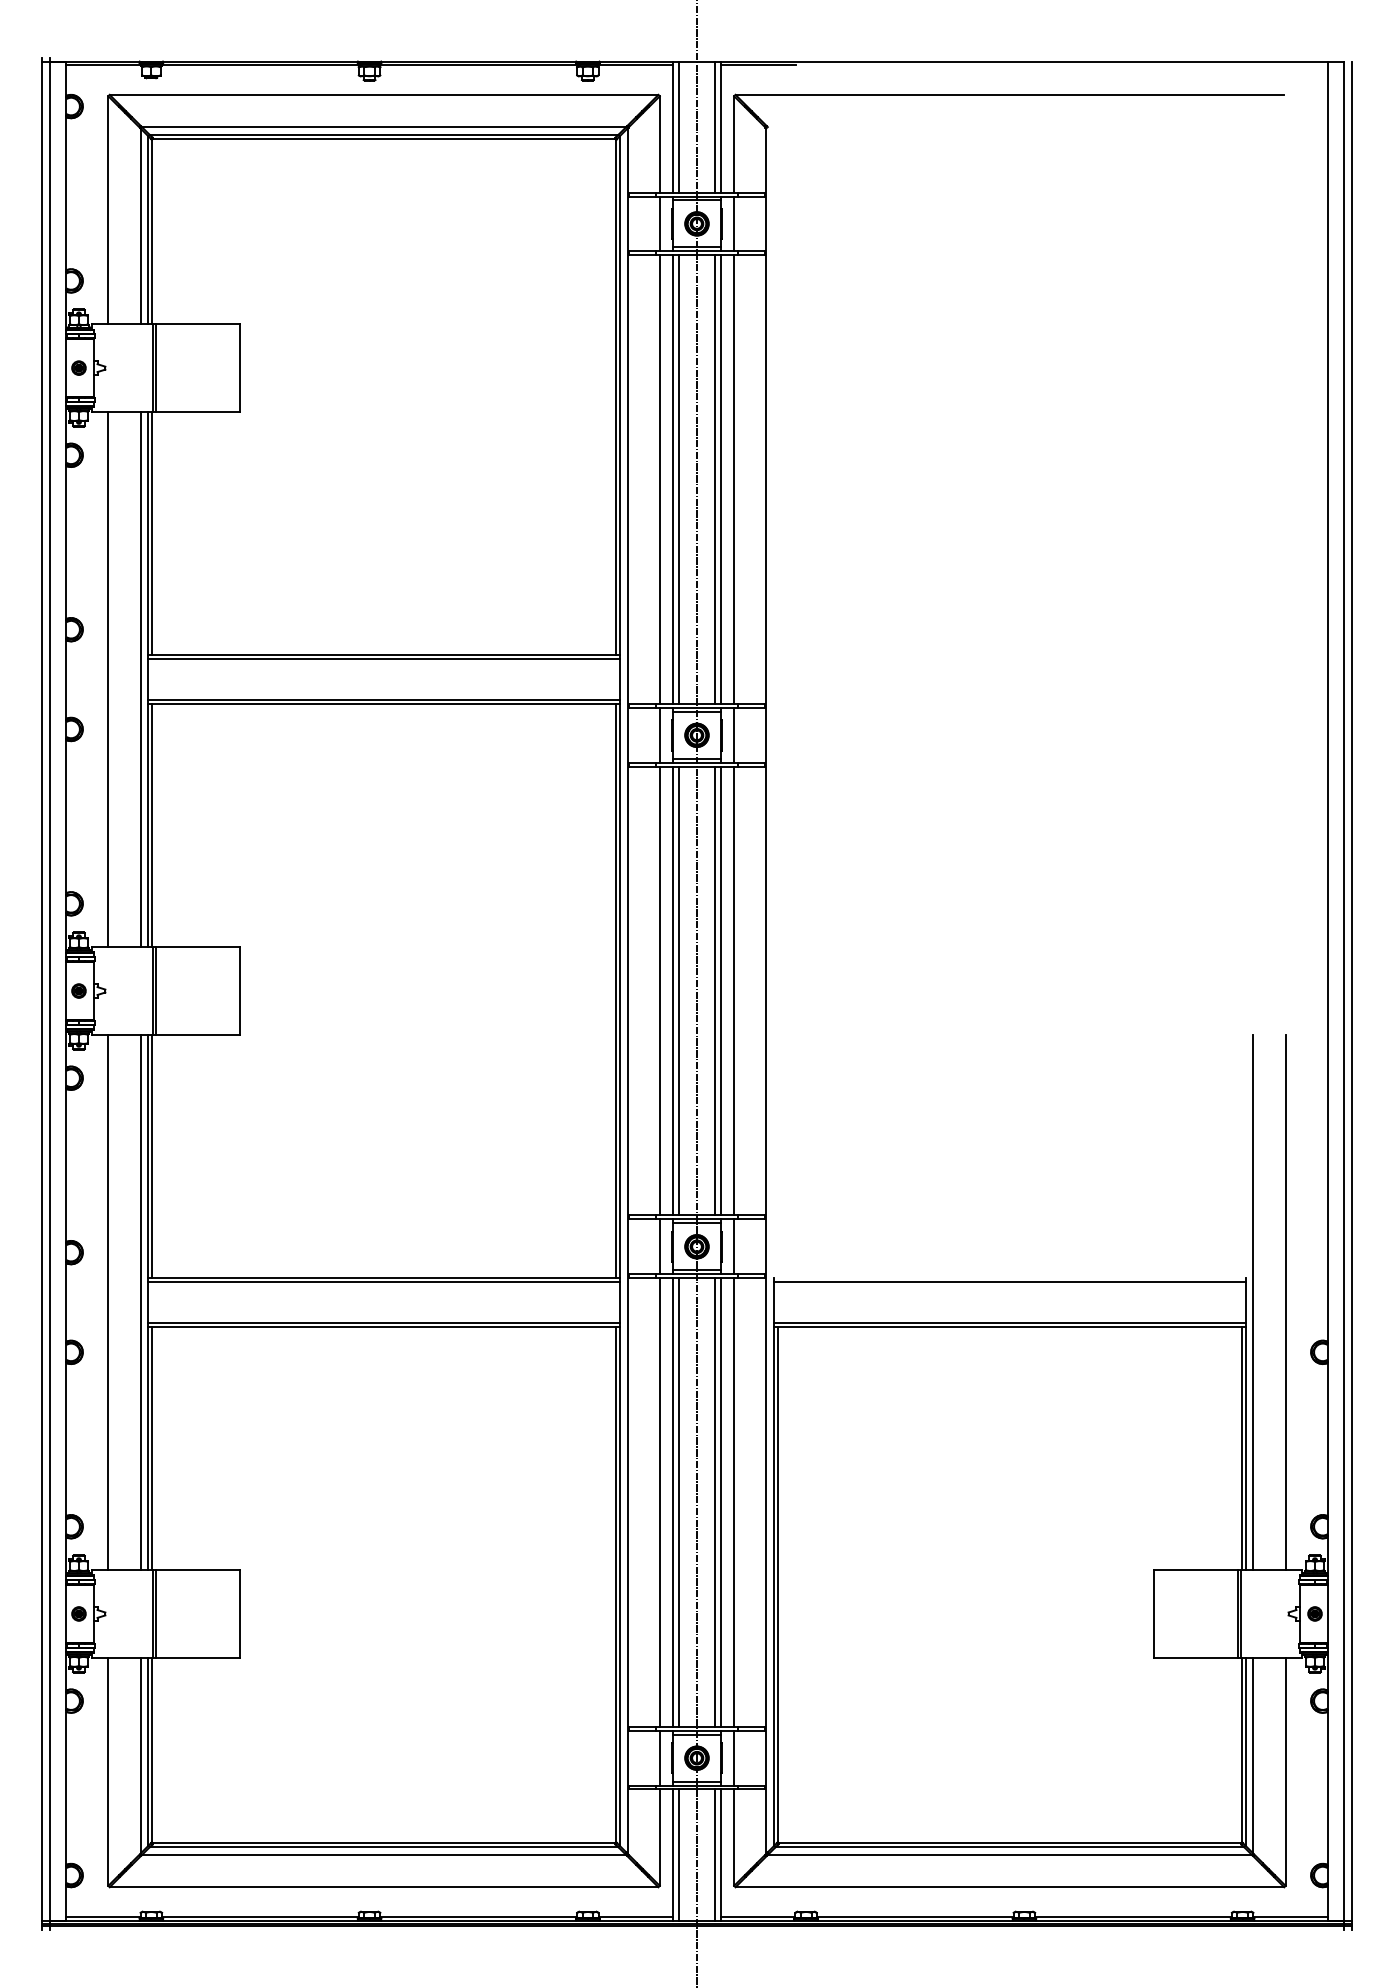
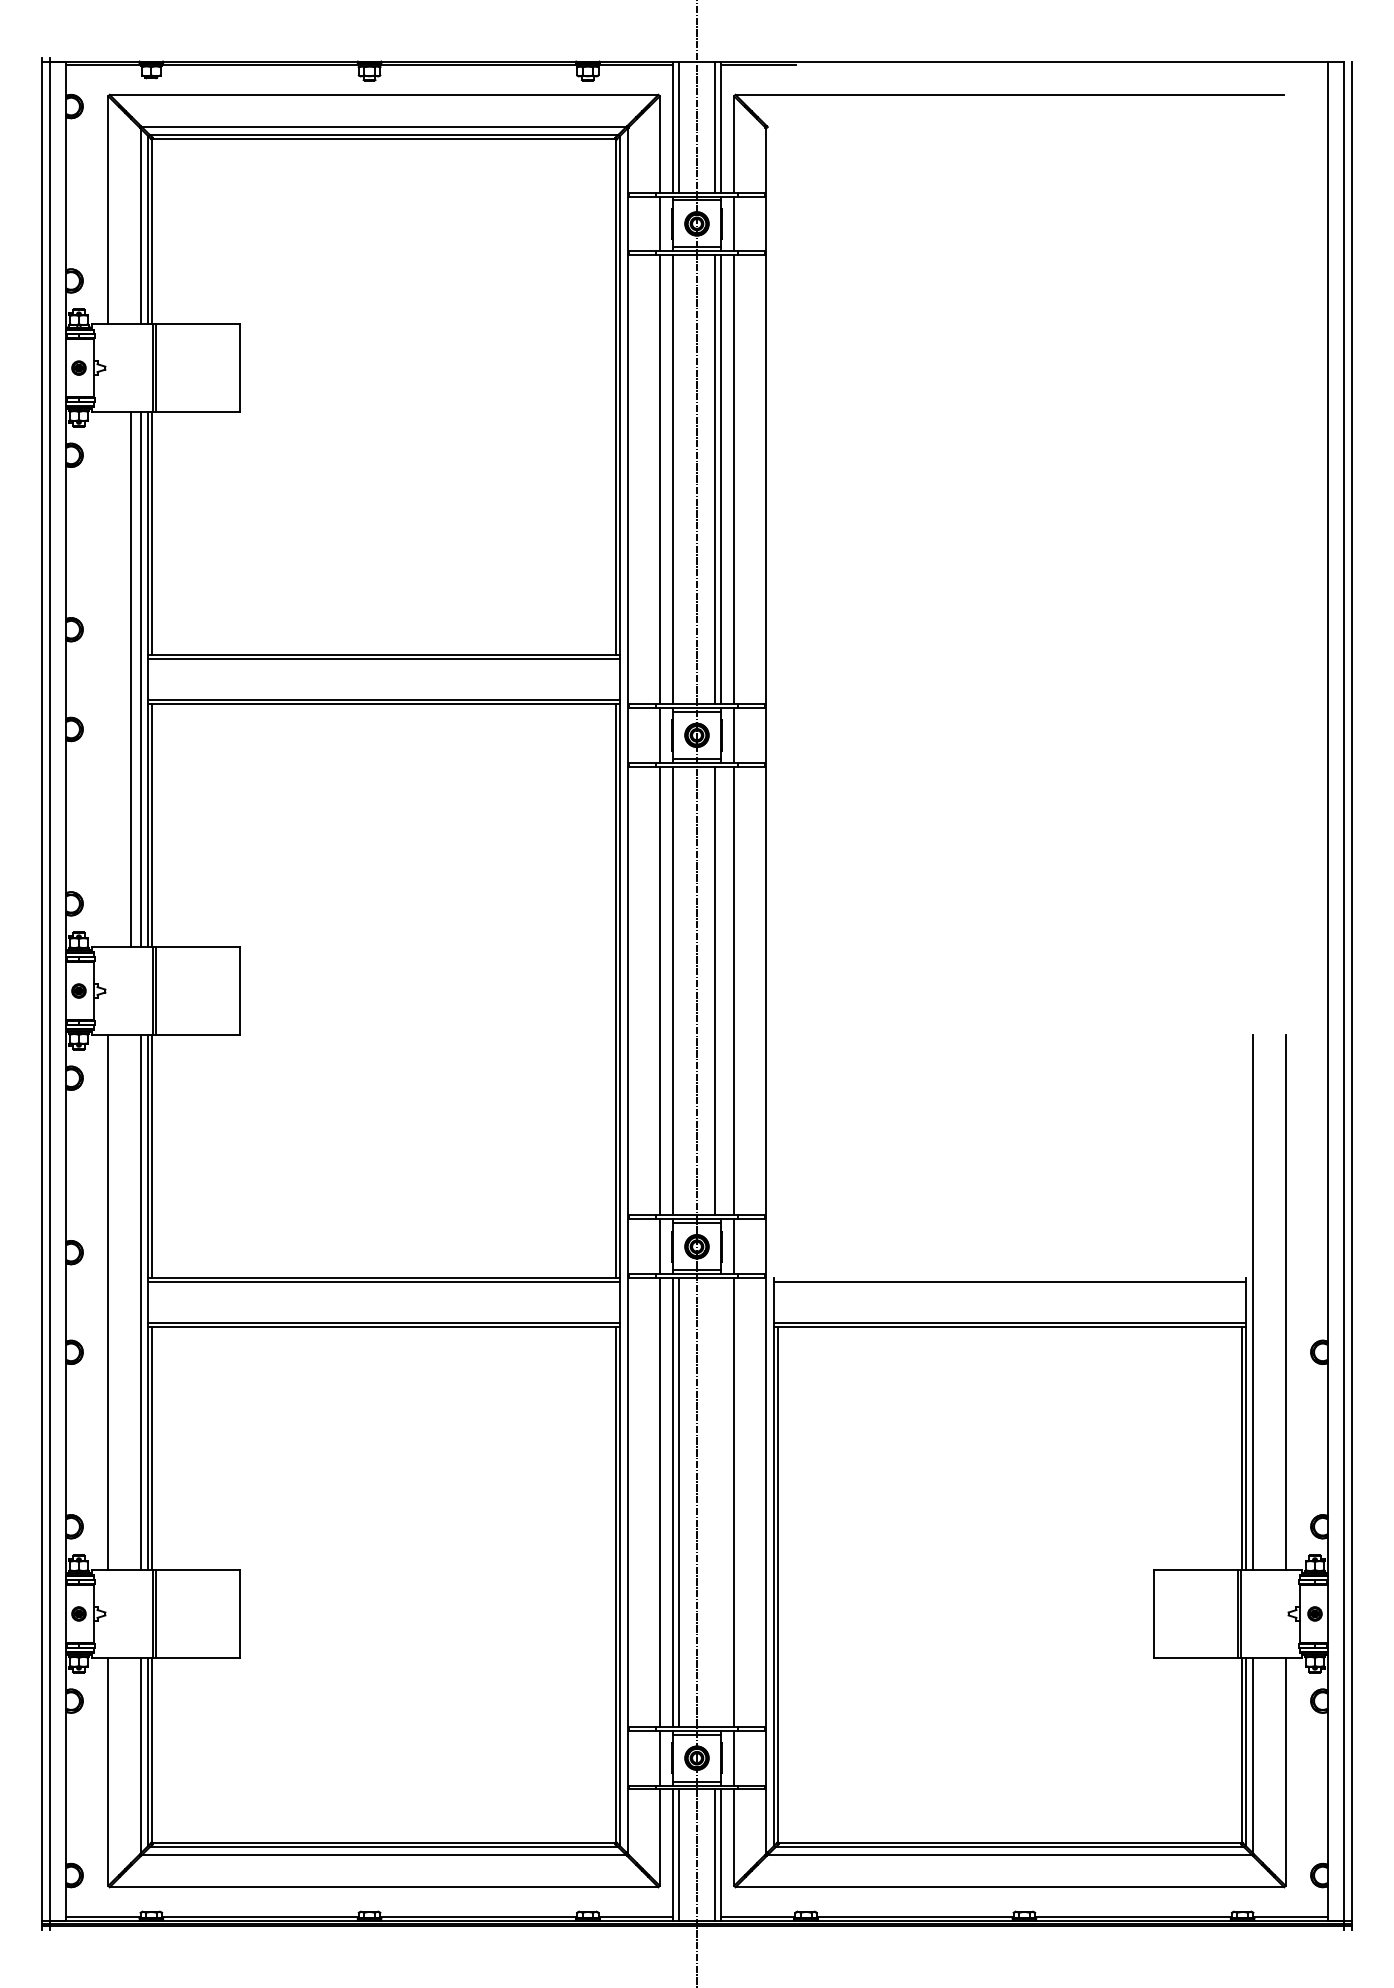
line at (679, 479): present -> none
line at (108, 679) position: (108, 679) -> (131, 679)
line at (679, 990): present -> none
line at (721, 990): present -> none
line at (714, 1502): present -> none
line at (721, 1502): present -> none
